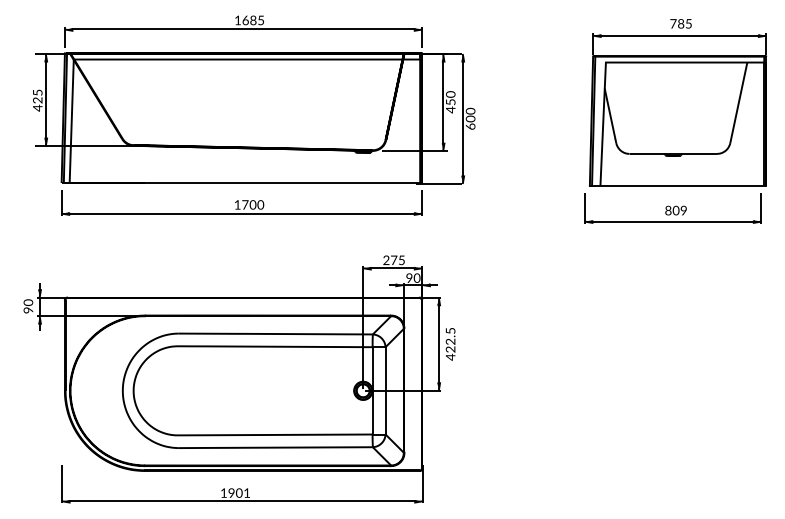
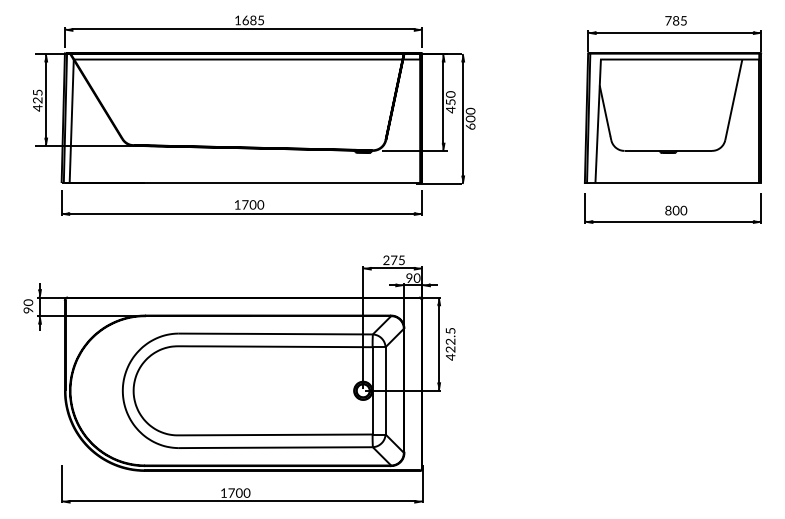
part at (678, 102) position: (678, 102) -> (673, 99)
text at (683, 211): 809 -> 800
text at (239, 492): 1901 -> 1700
